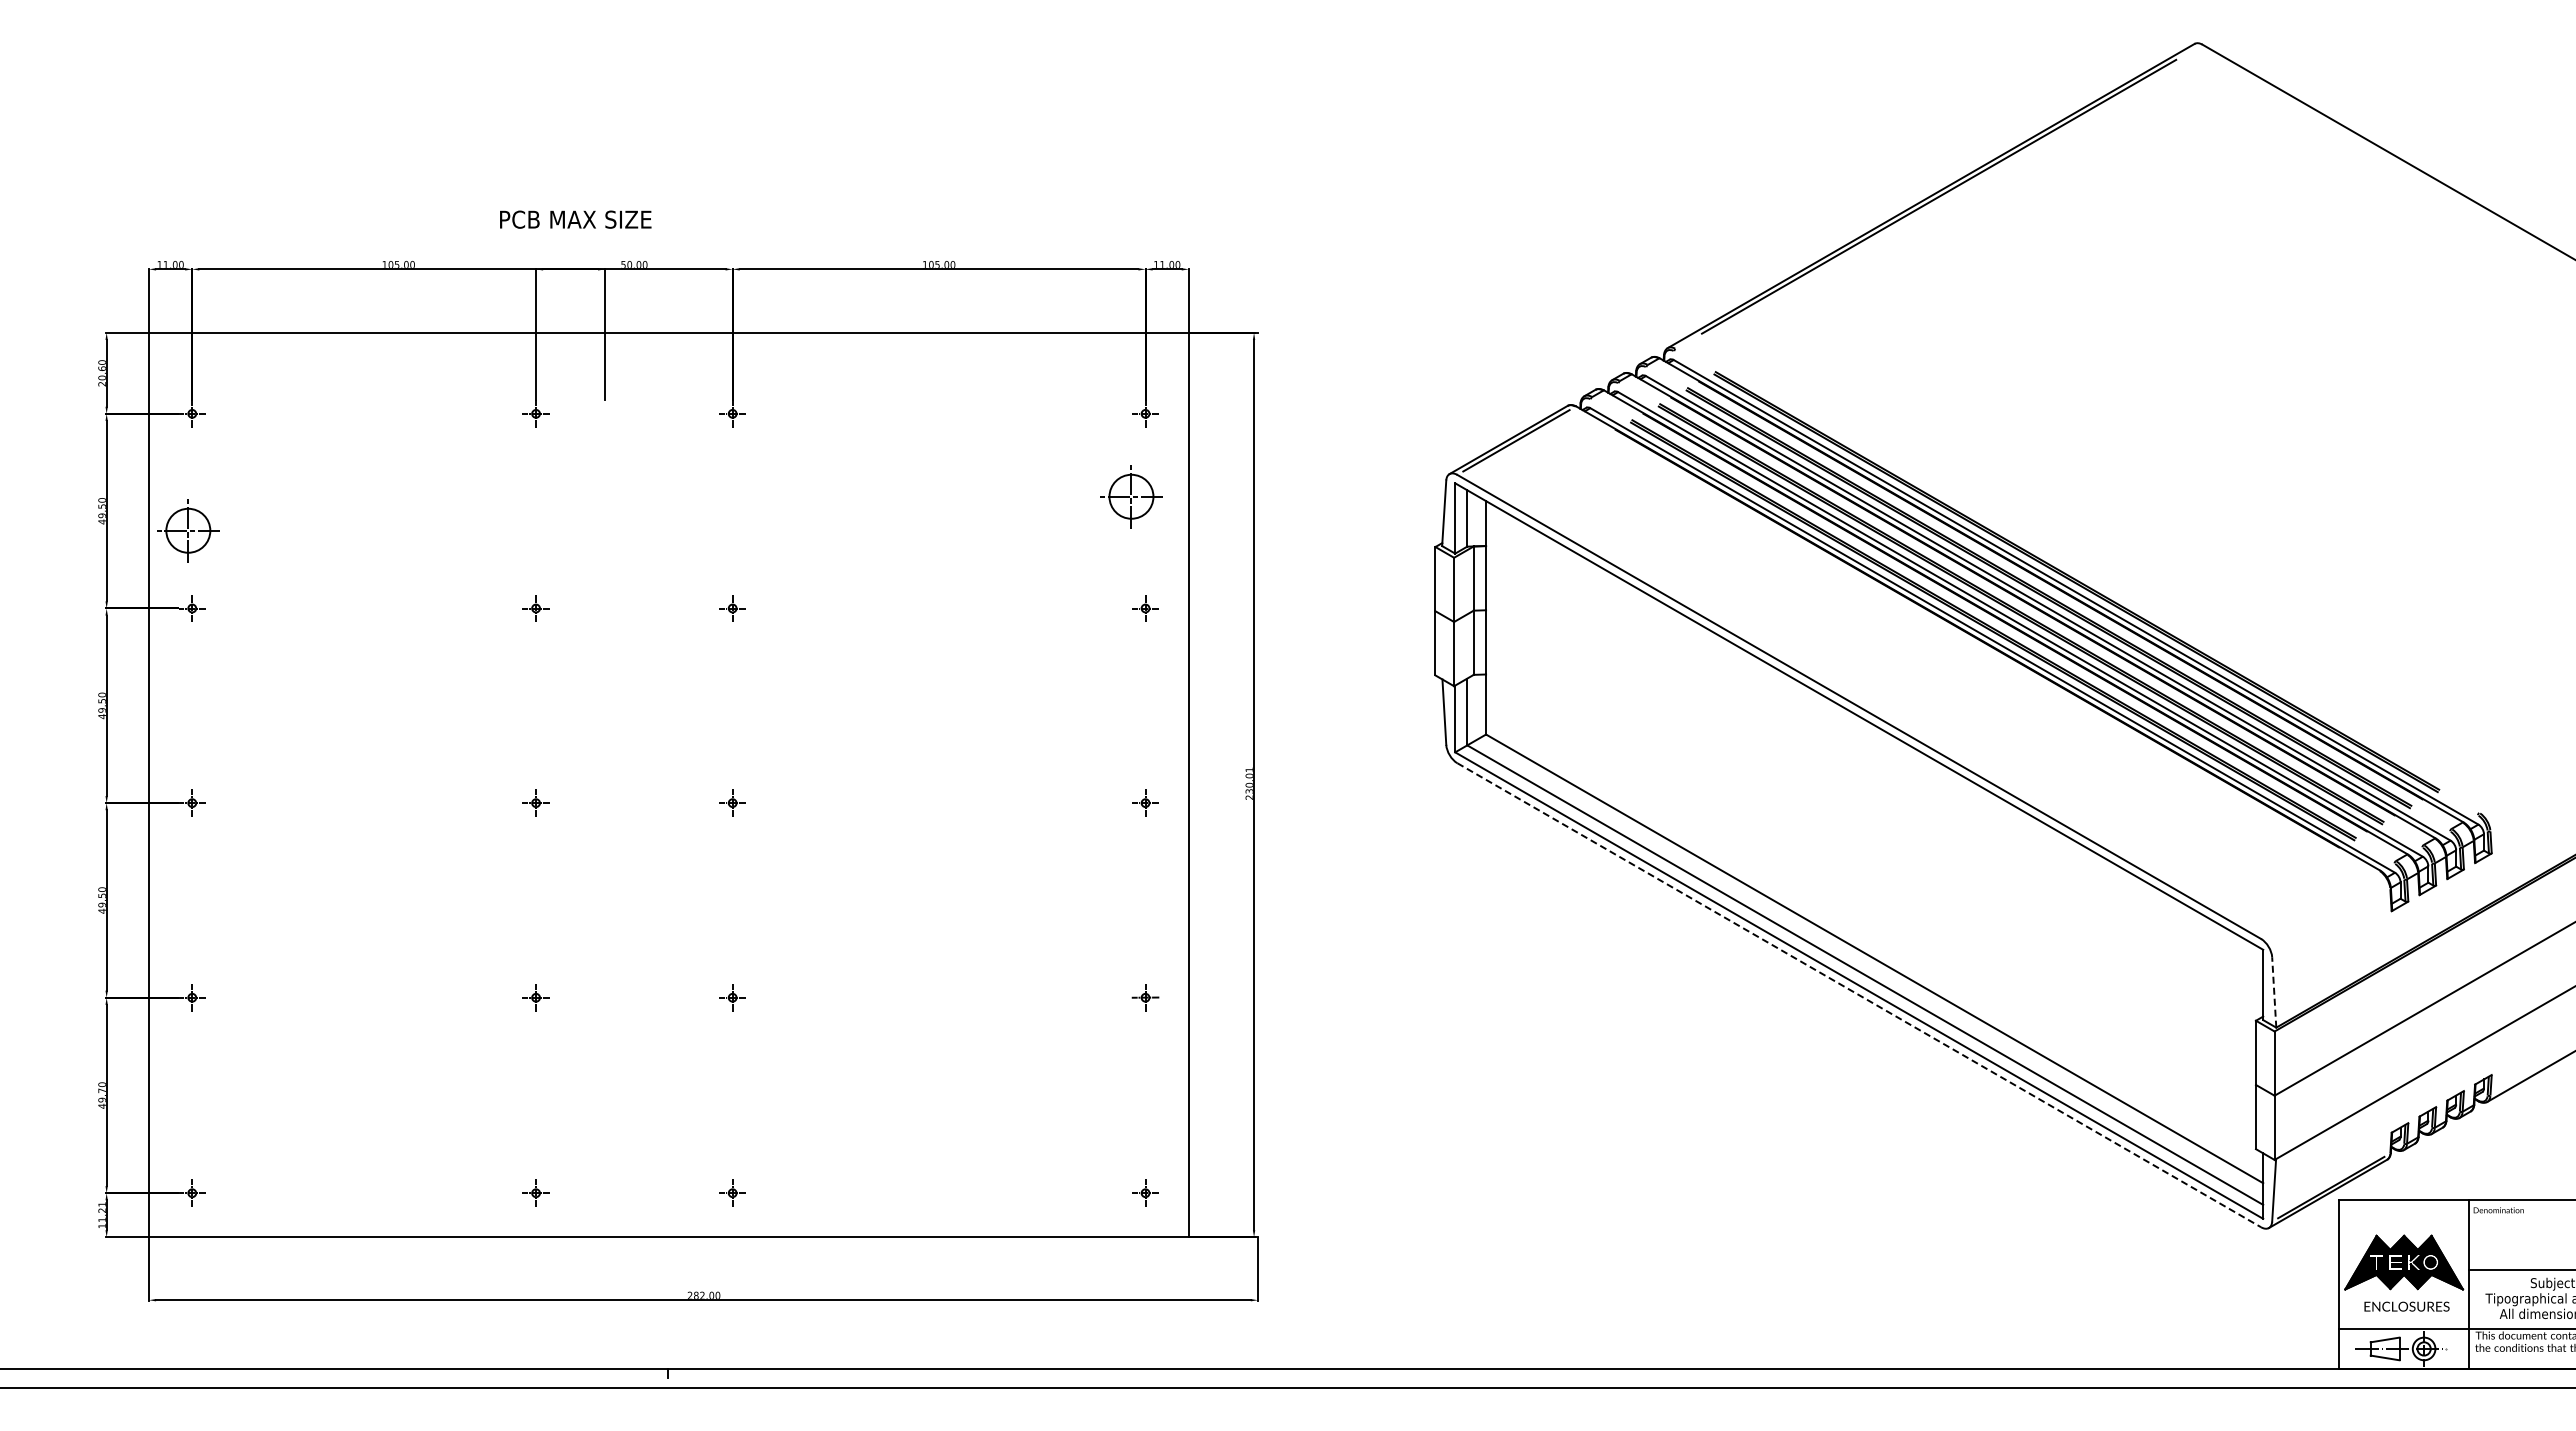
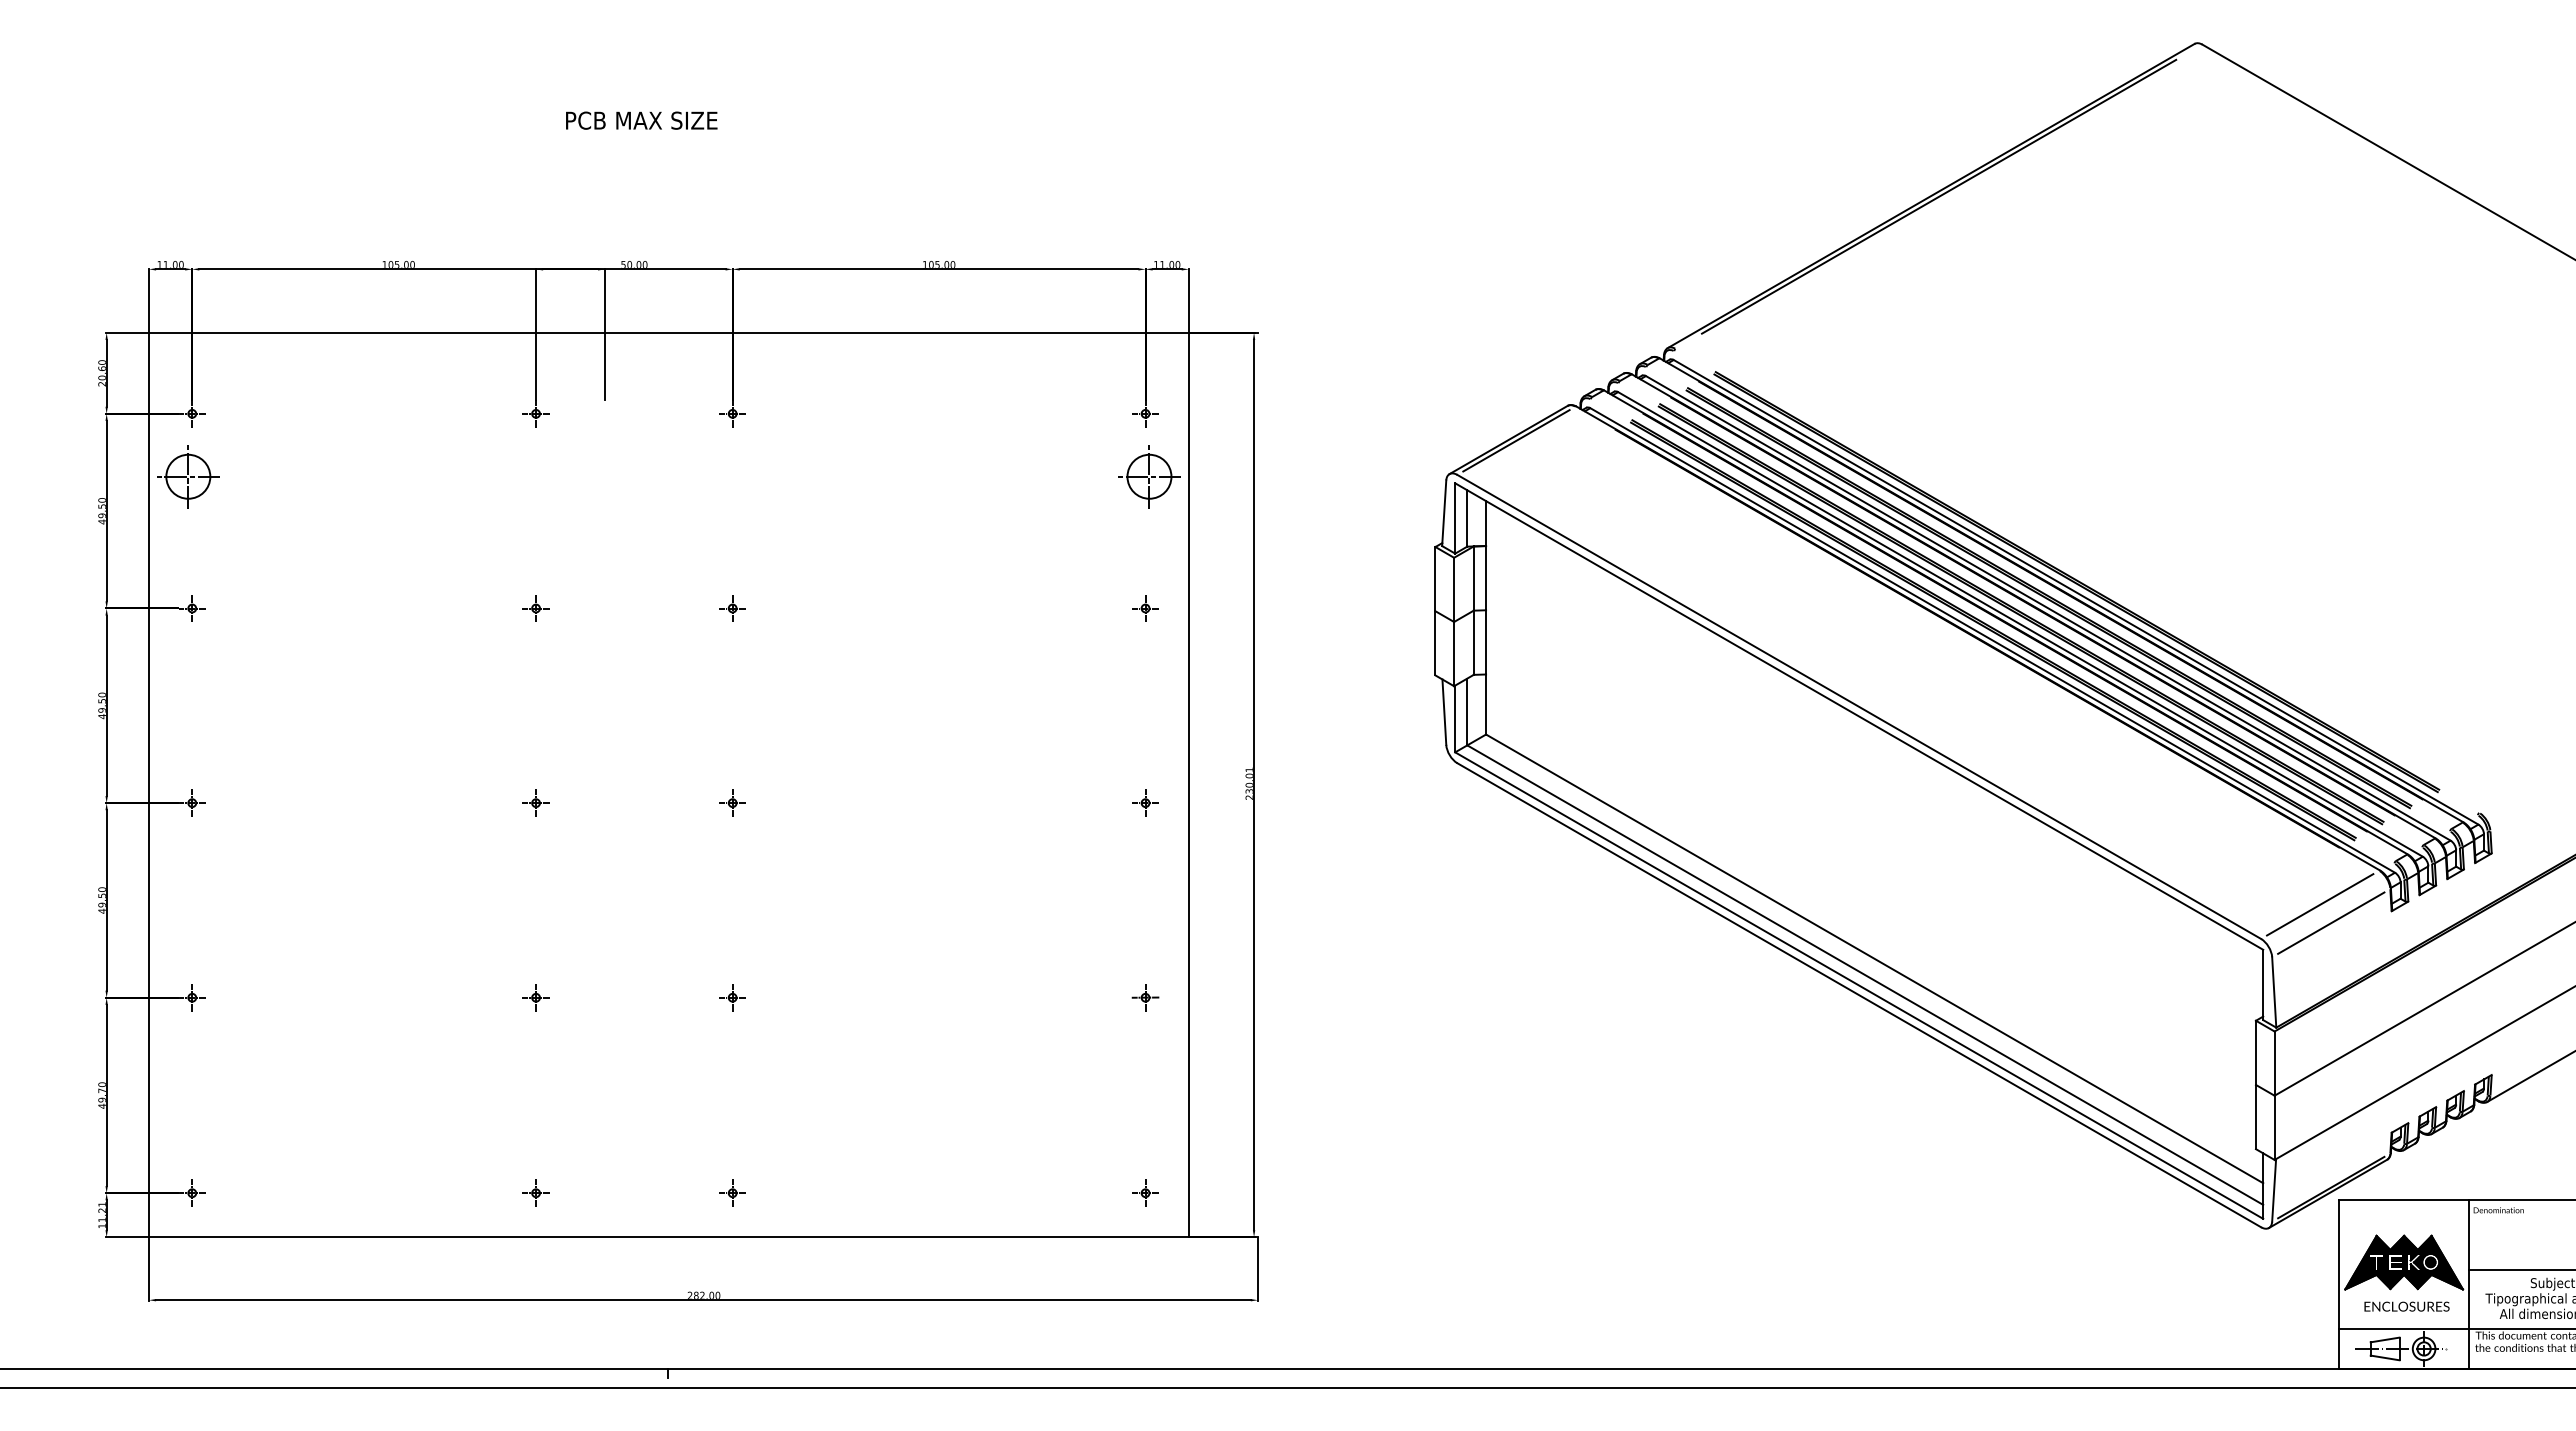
text at (575, 219) position: (575, 219) -> (641, 120)
part at (1131, 496) position: (1131, 496) -> (1149, 476)
part at (188, 530) position: (188, 530) -> (188, 476)
line at (2319, 904): none -> present
line at (2331, 922): none -> present
line at (2274, 991): dashed -> solid
line at (1859, 995): dashed -> solid
